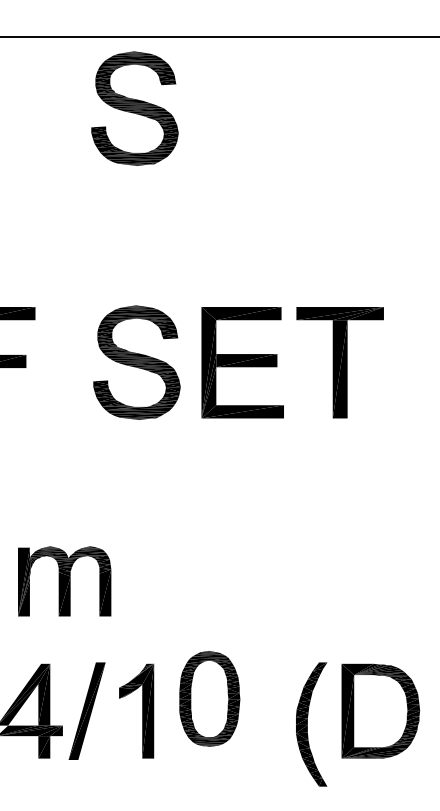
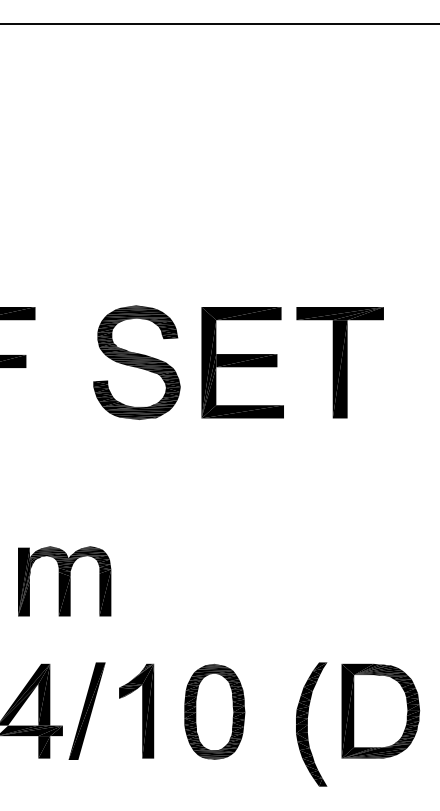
line at (219, 37) position: (219, 37) -> (219, 24)
part at (134, 108): present -> none
part at (209, 698) position: (209, 698) -> (214, 711)
